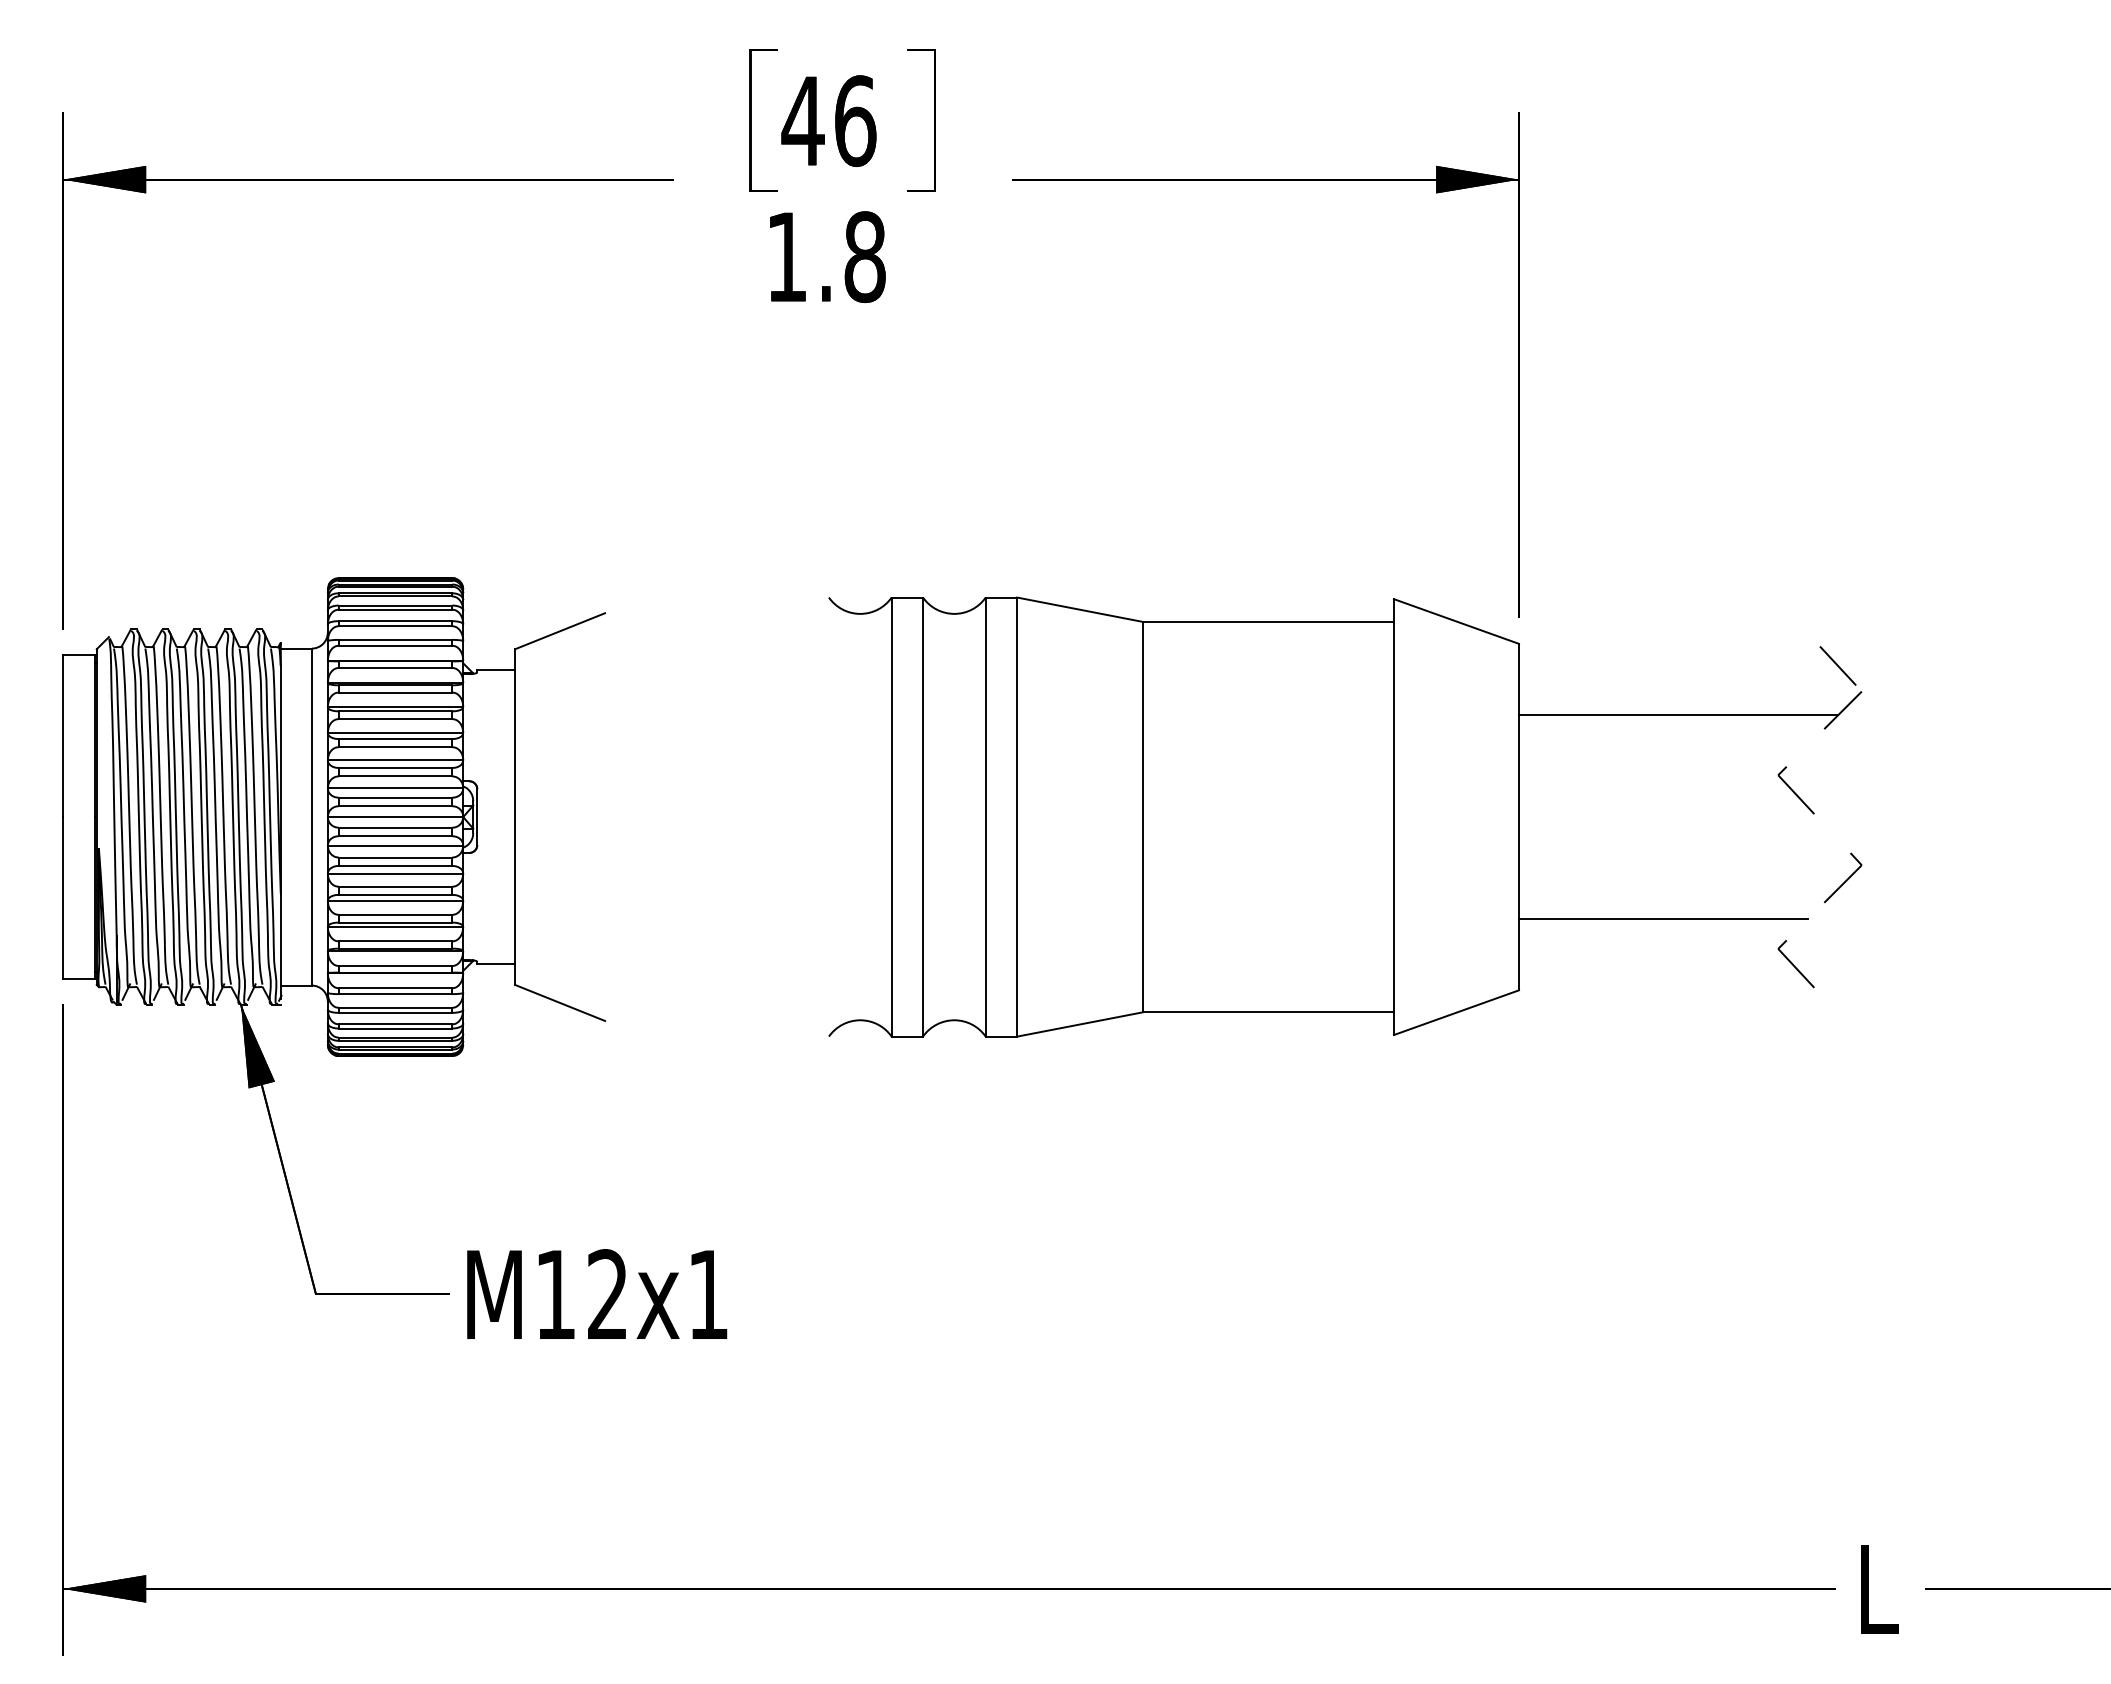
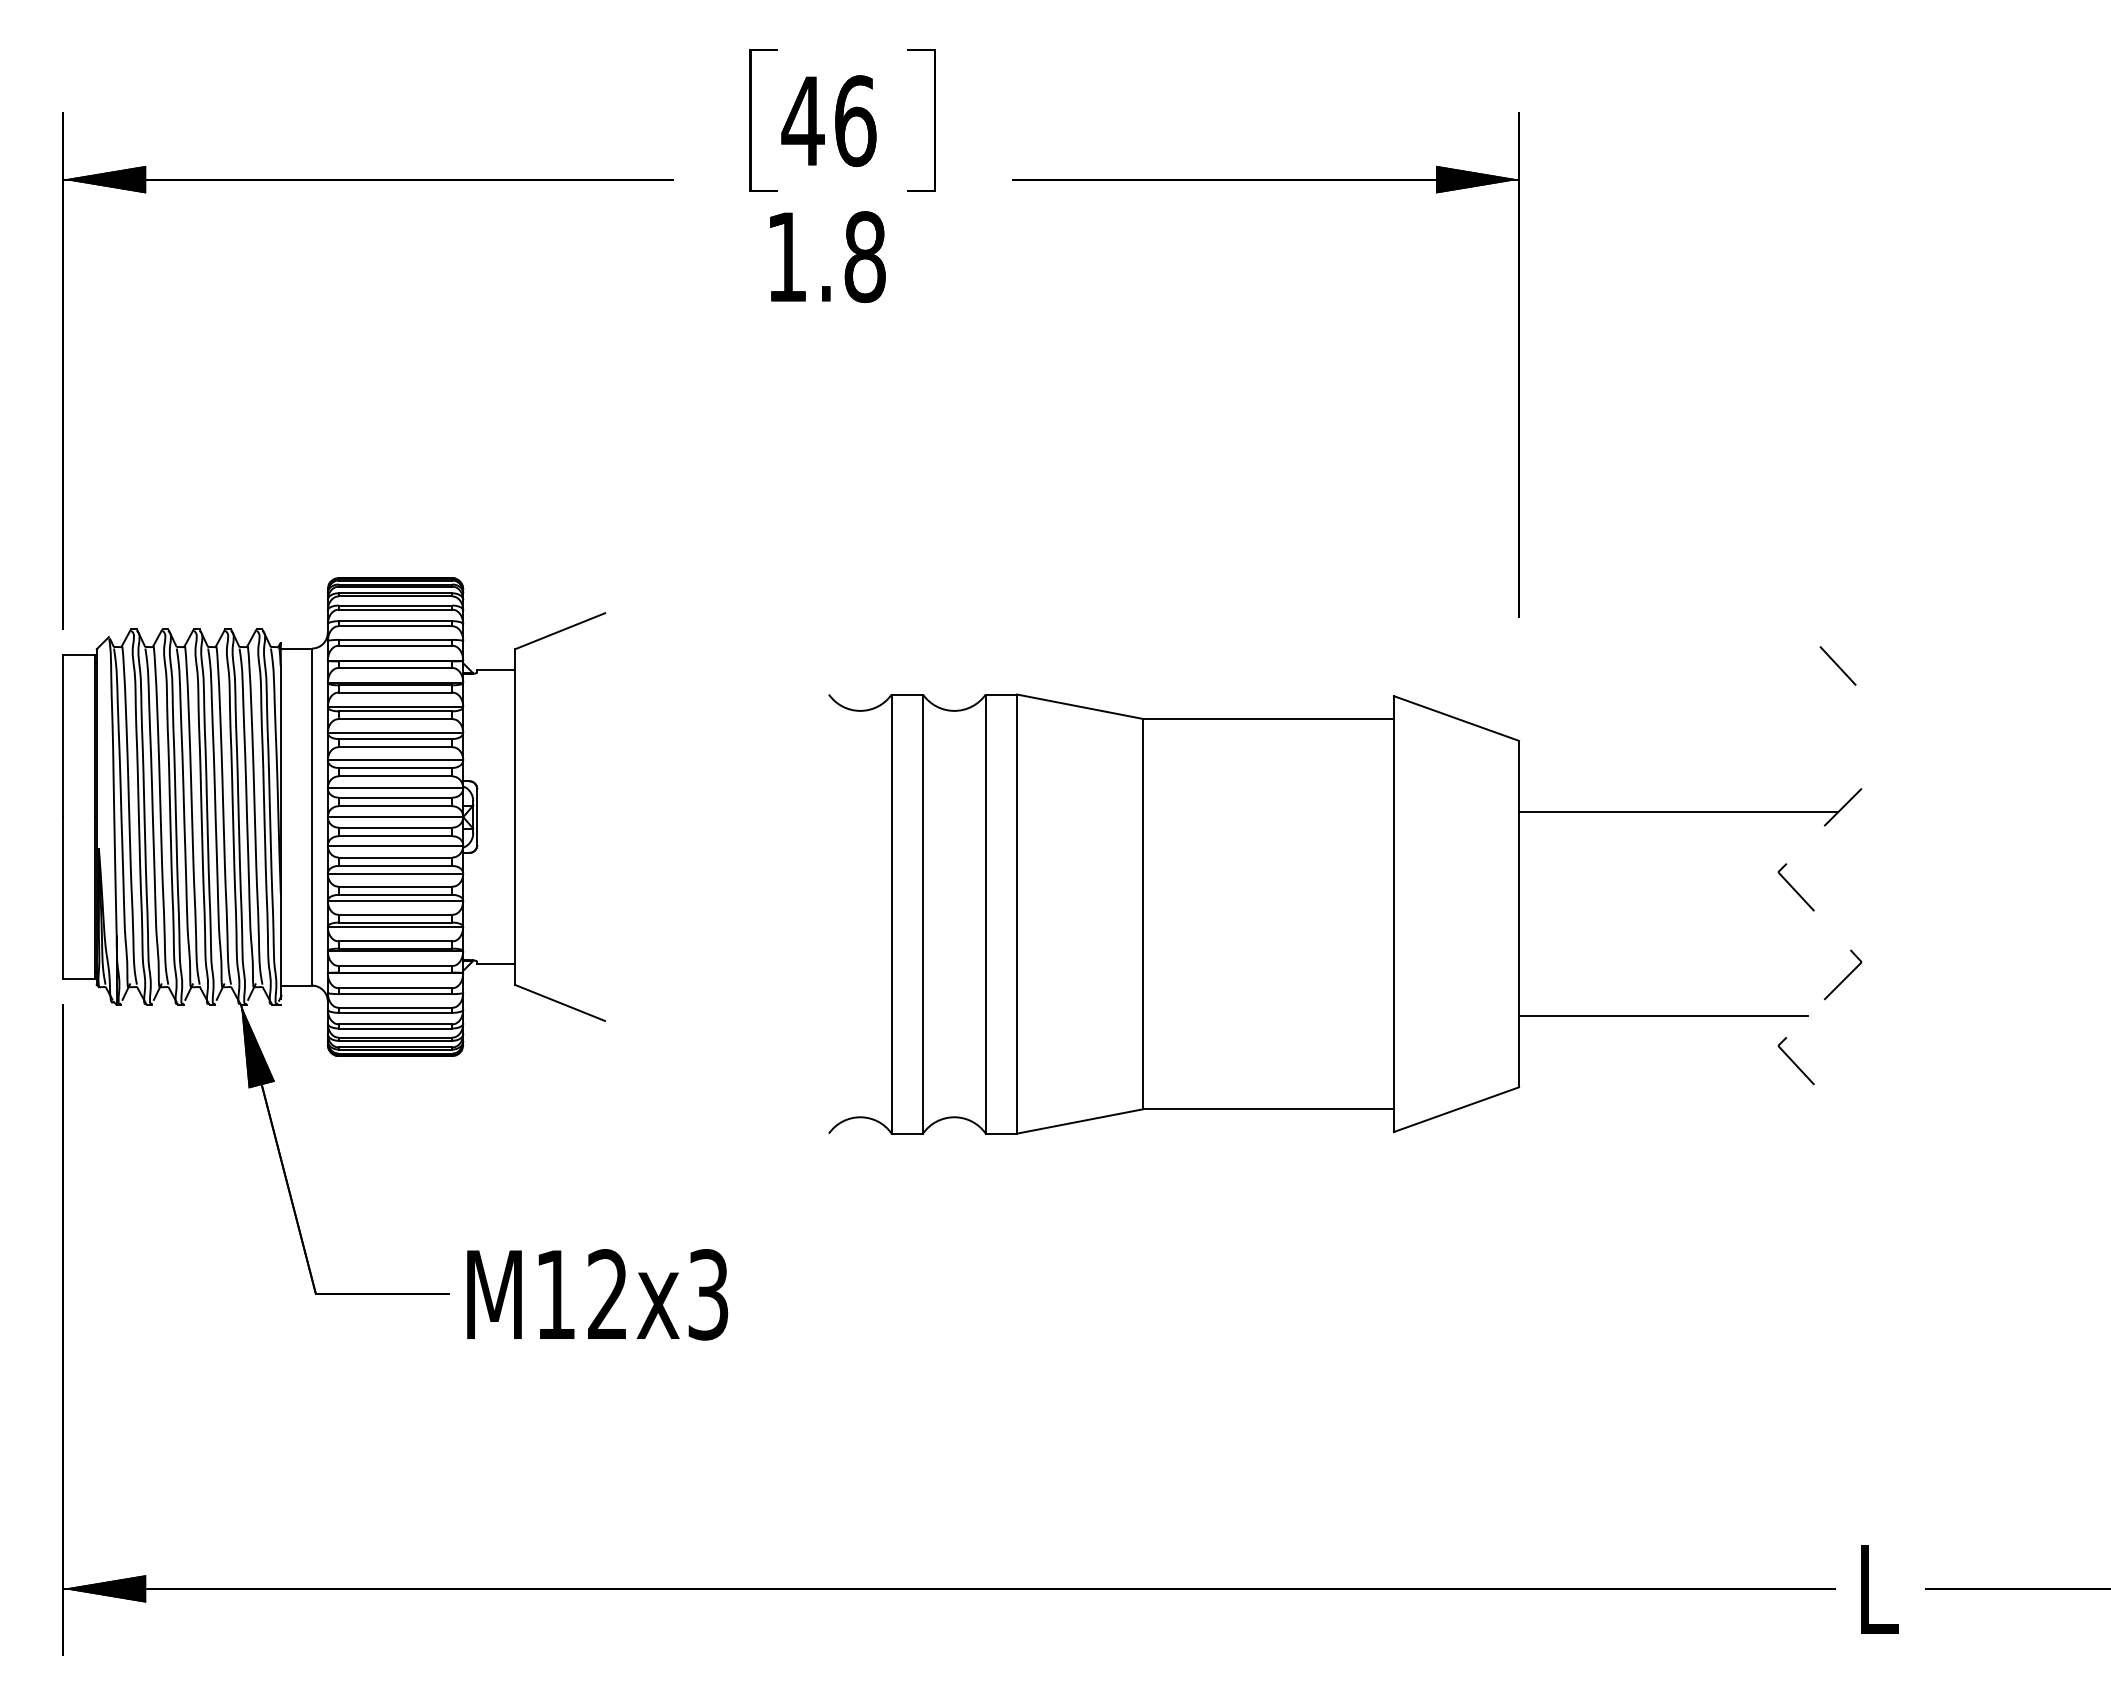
part at (1345, 816) position: (1345, 816) -> (1345, 913)
text at (708, 1294): M12x1 -> M12x3
